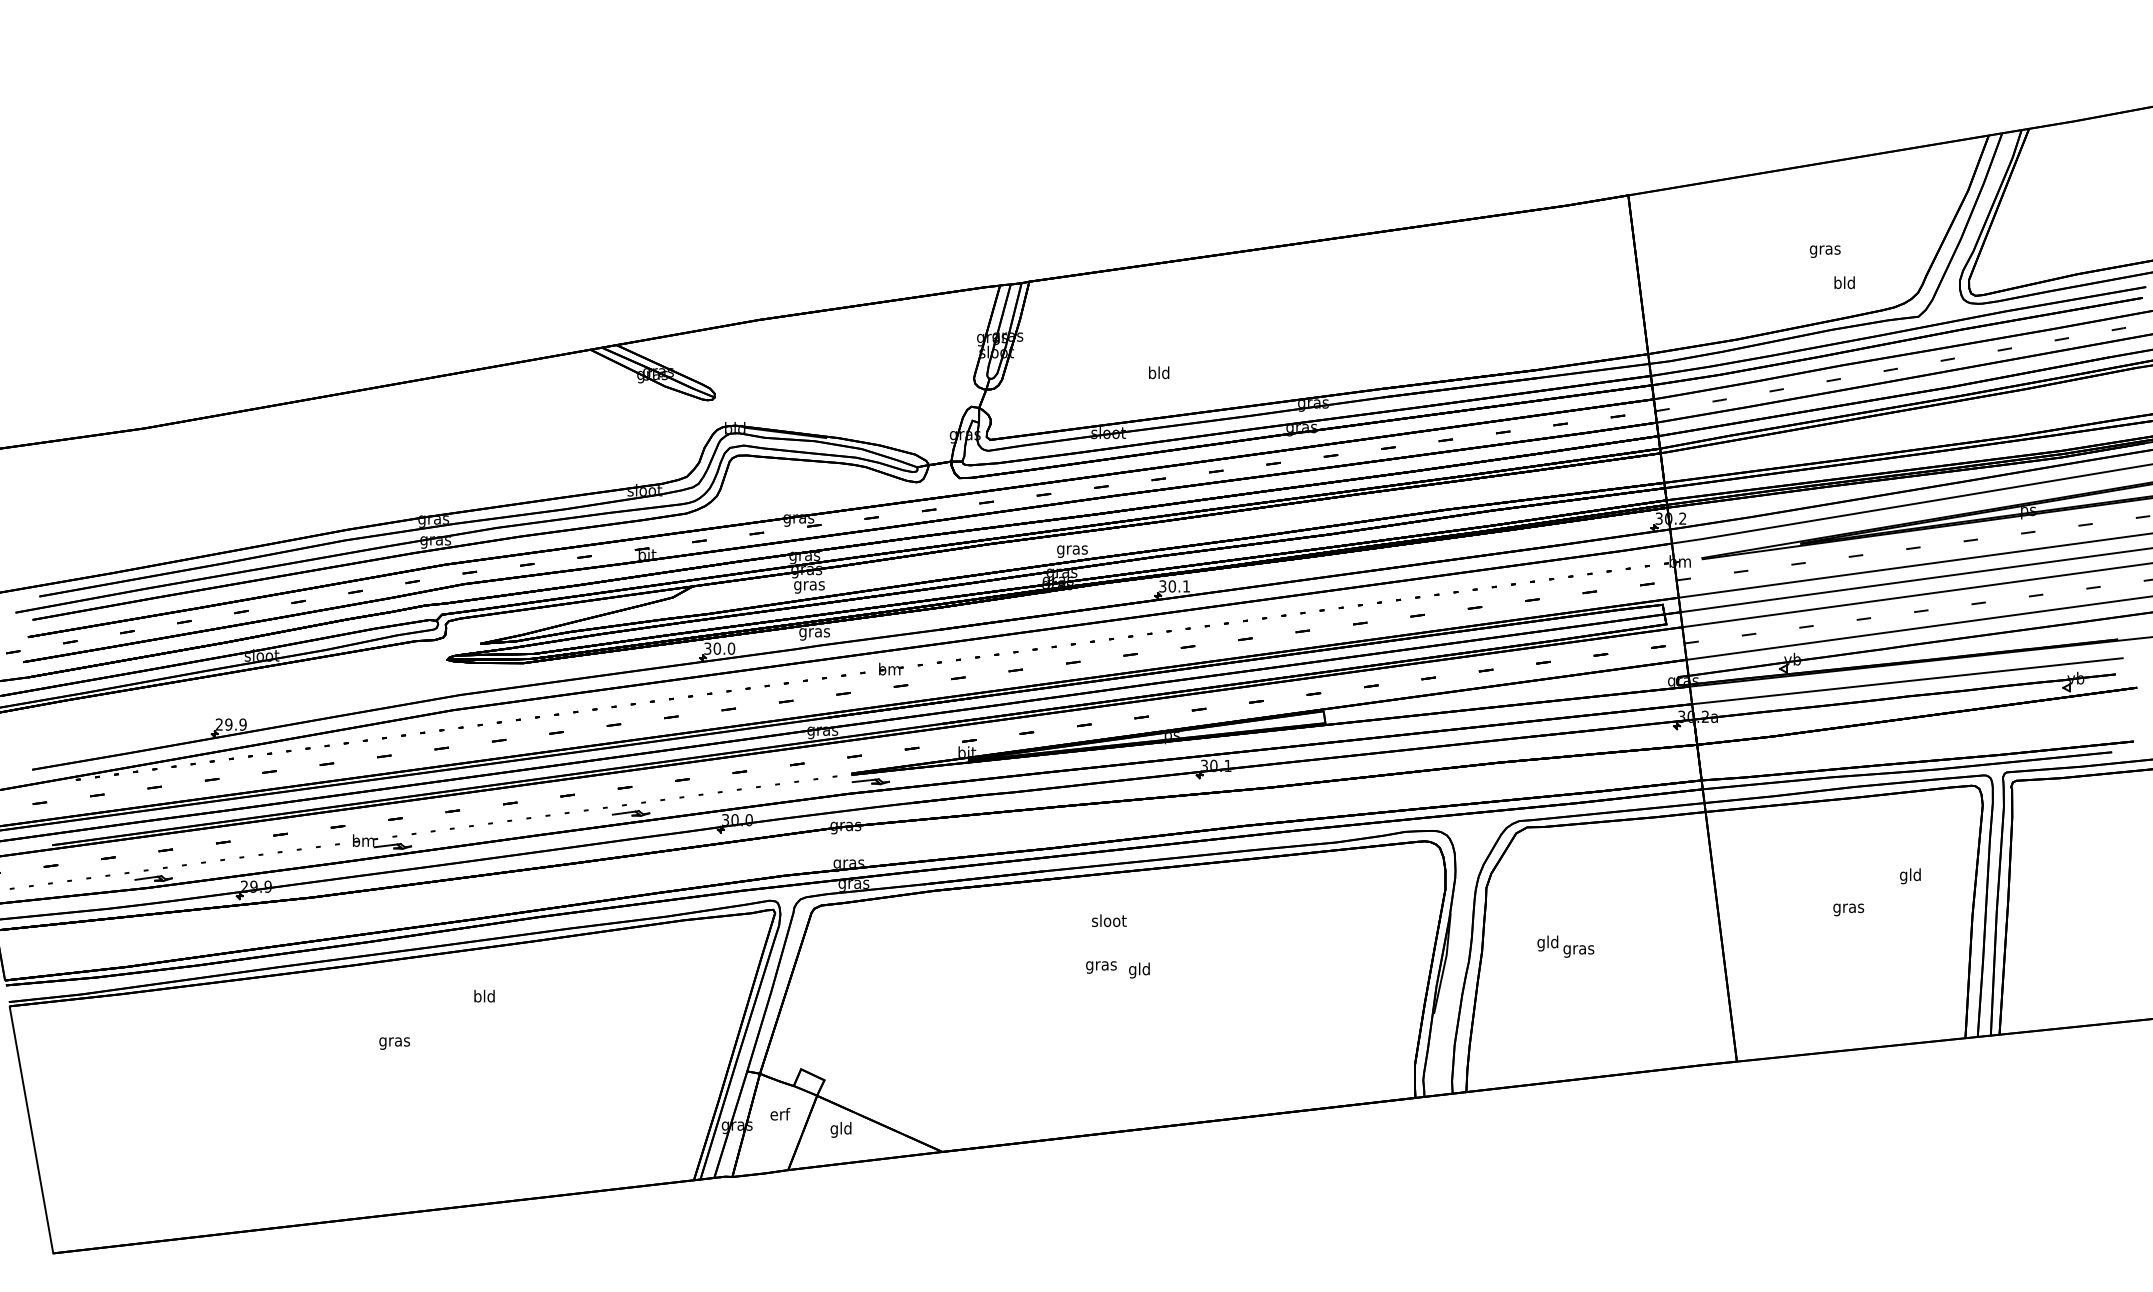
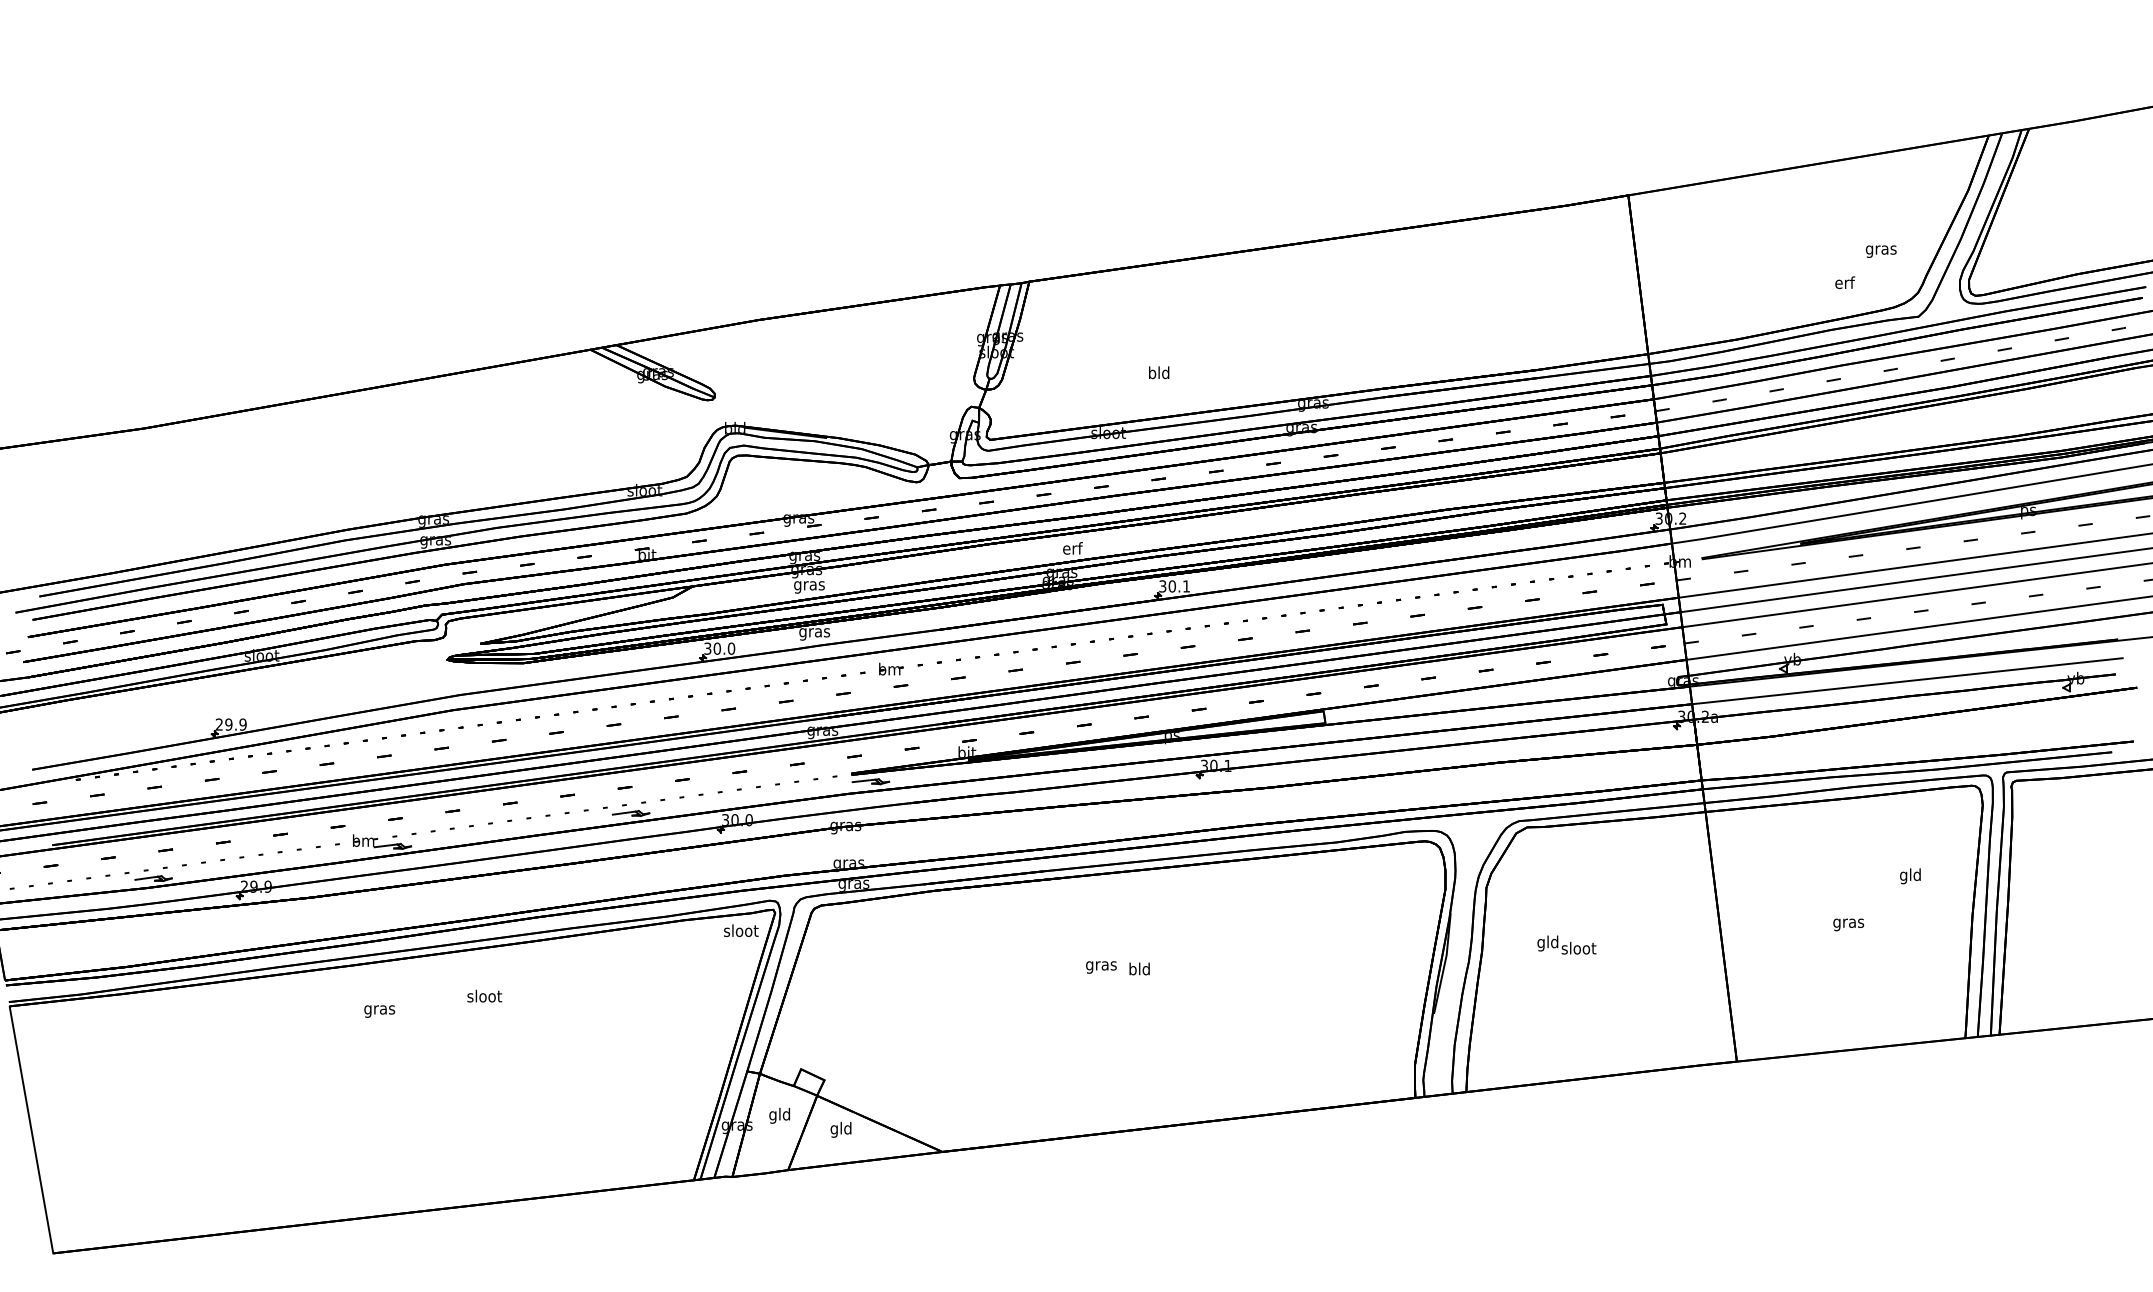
text at (1824, 251) position: (1824, 251) -> (1880, 251)
text at (1844, 282): bld -> erf
text at (1072, 549): gras -> erf
text at (1848, 909) position: (1848, 909) -> (1848, 924)
text at (1109, 920) position: (1109, 920) -> (741, 930)
text at (1578, 949): gras -> sloot
text at (1132, 970): gld -> bld
text at (484, 995): bld -> sloot
text at (394, 1043) position: (394, 1043) -> (379, 1011)
text at (779, 1115): erf -> gld
